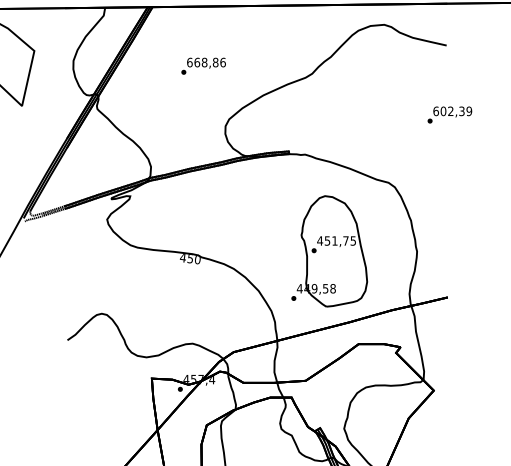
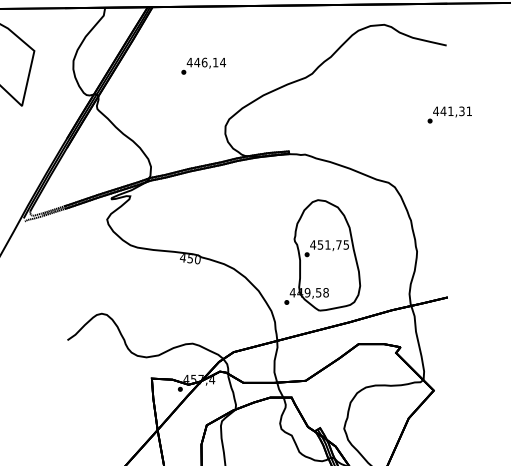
text at (206, 62): 668,86 -> 446,14
text at (452, 111): 602,39 -> 441,31
part at (329, 251) position: (329, 251) -> (322, 255)
